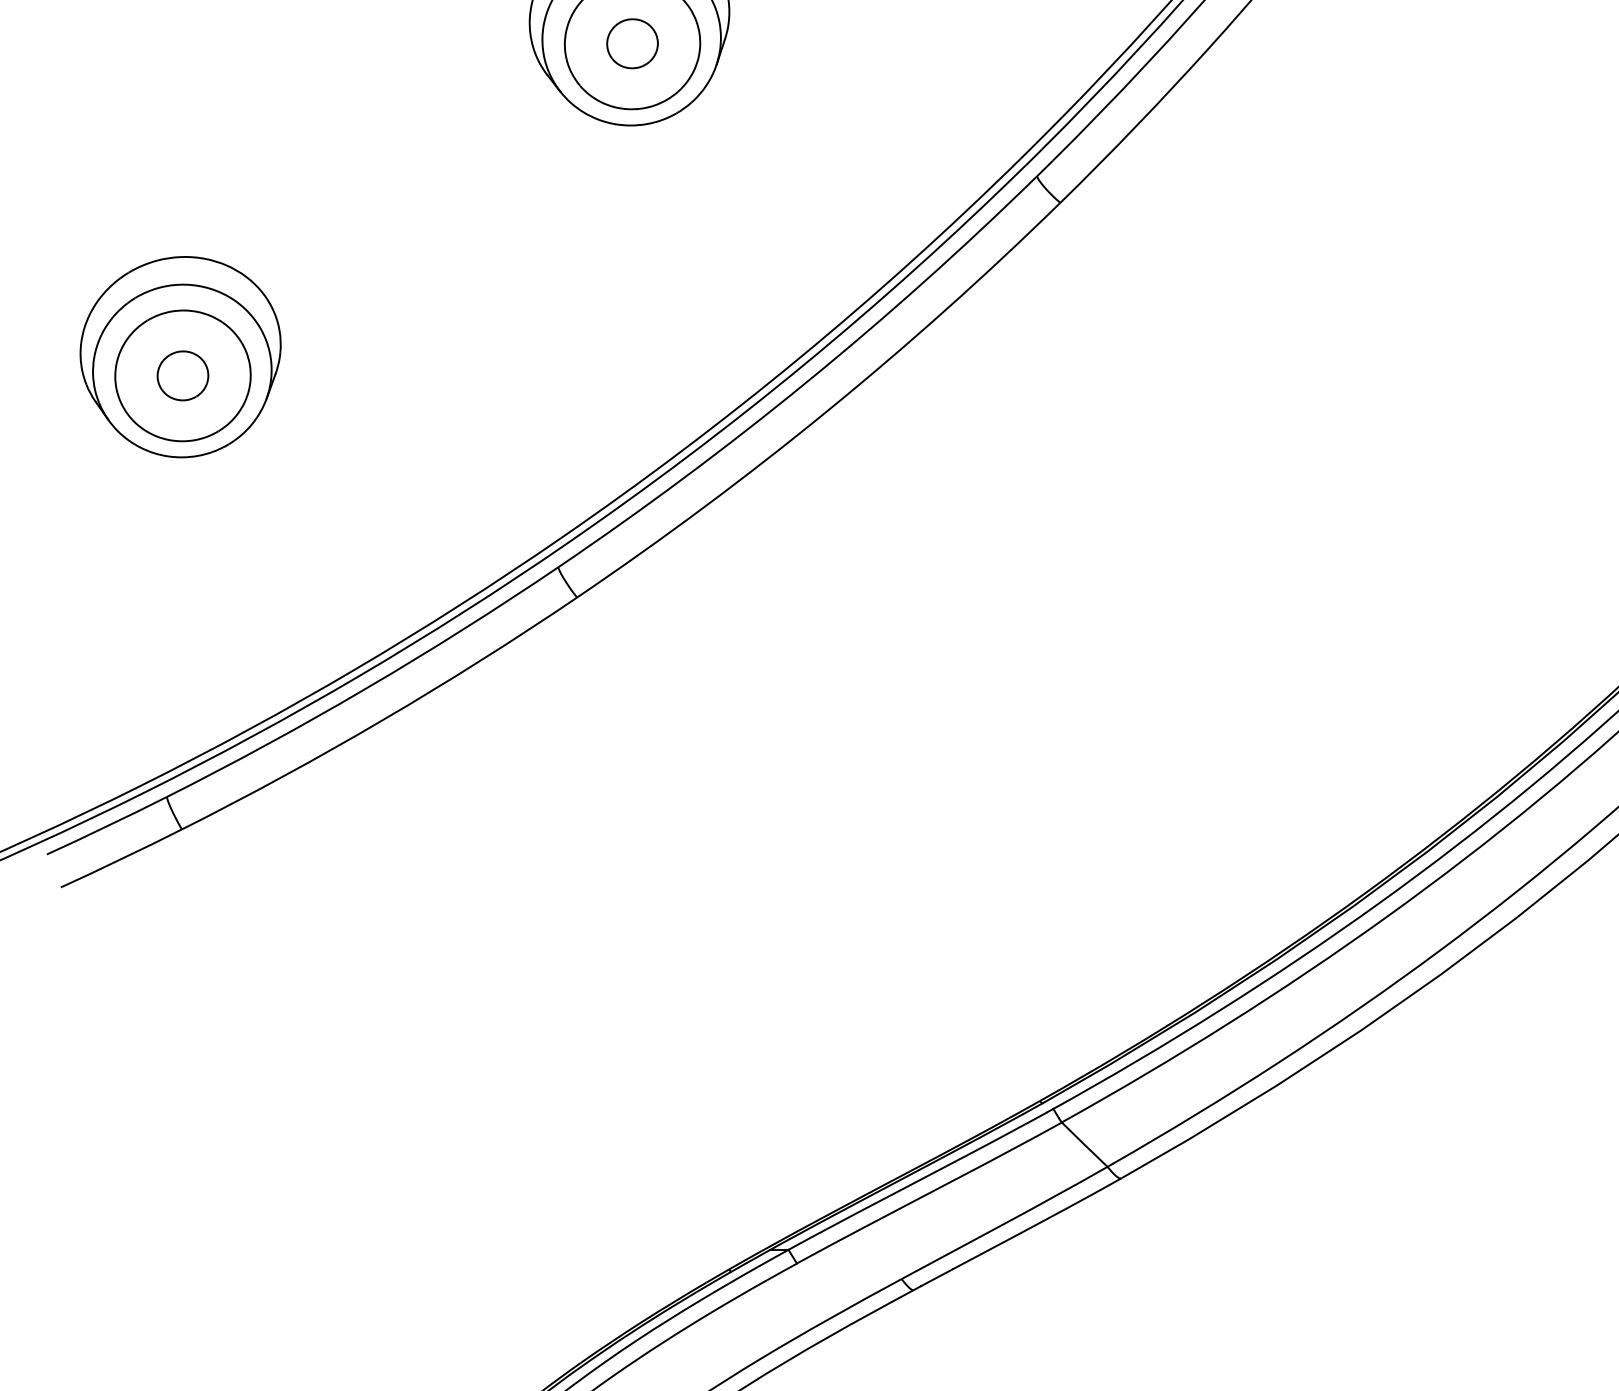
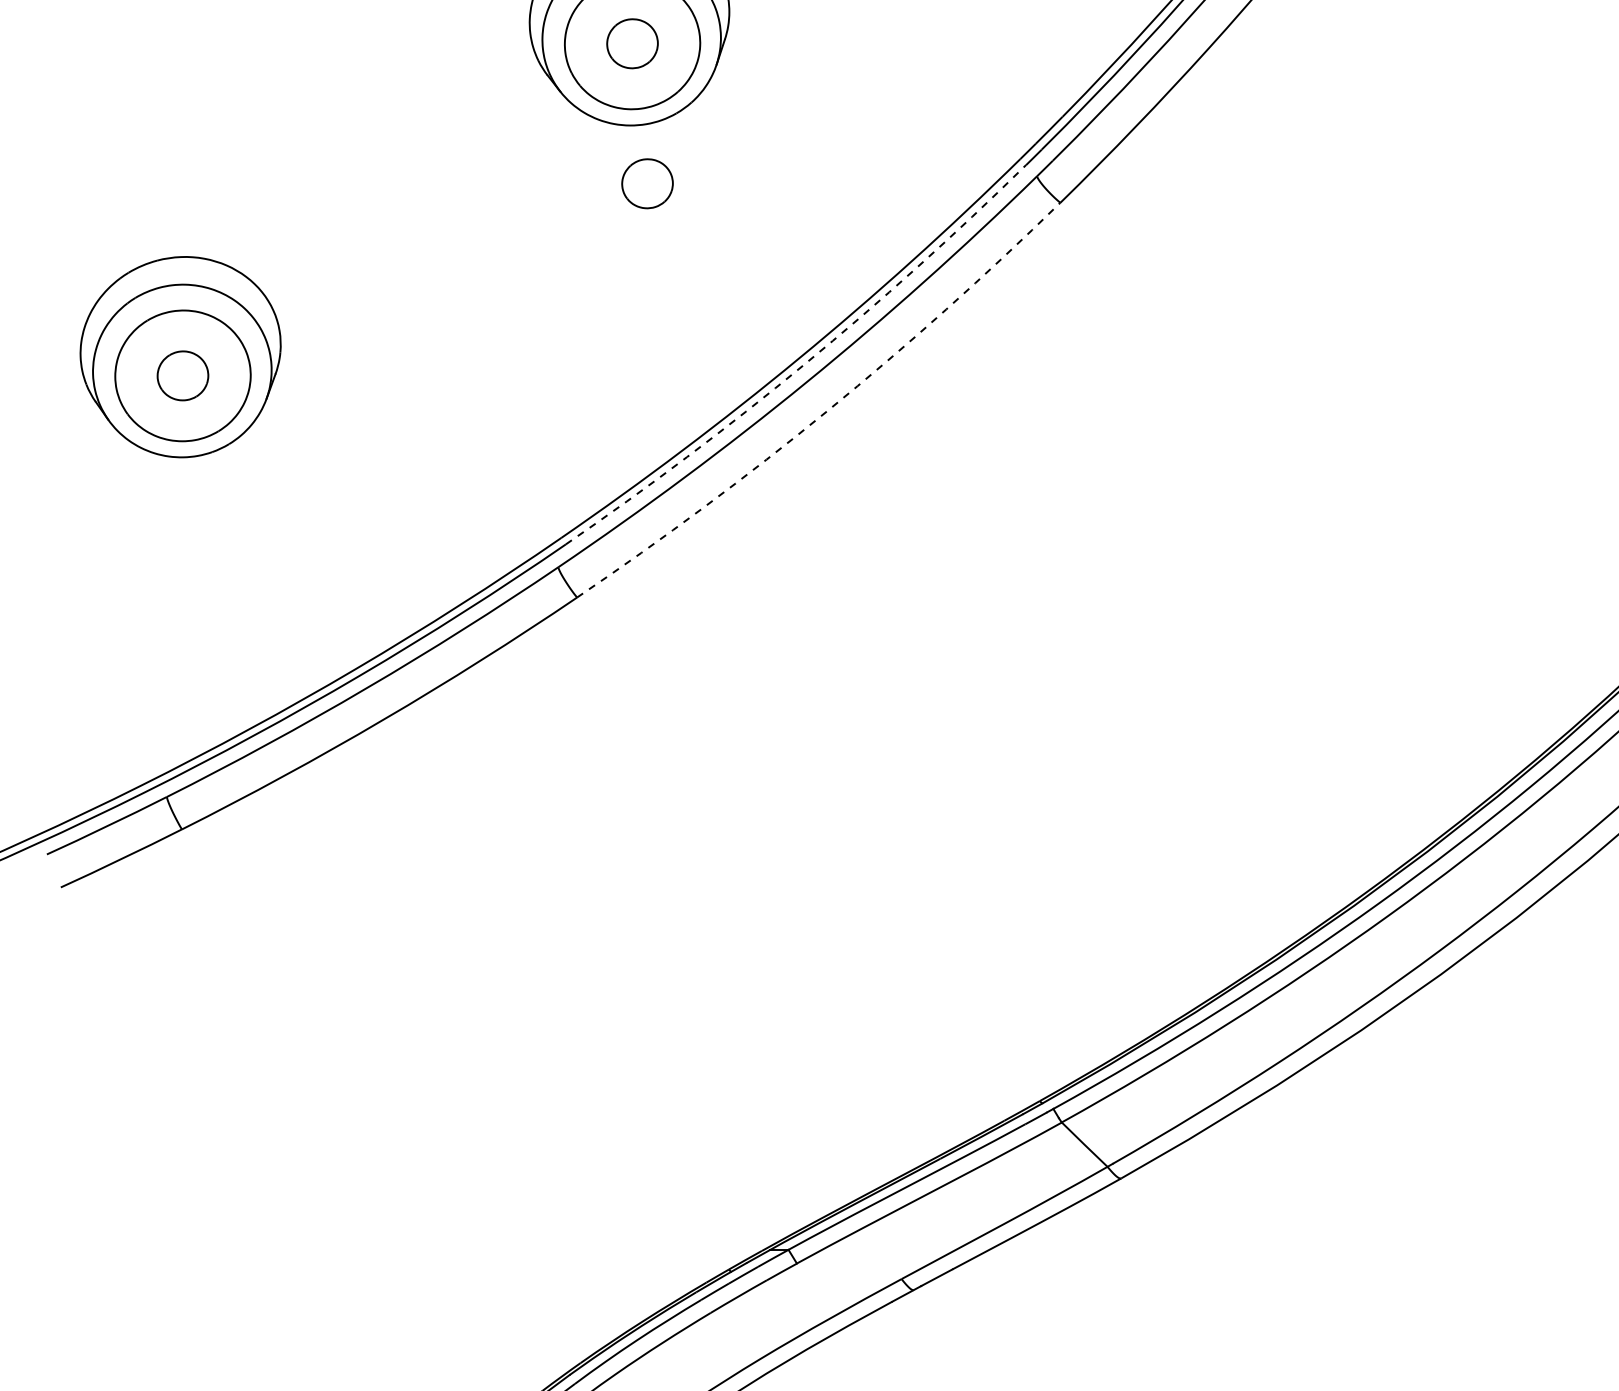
part at (647, 183): none -> present
arc at (804, 364): solid -> dashed
arc at (827, 410): solid -> dashed
